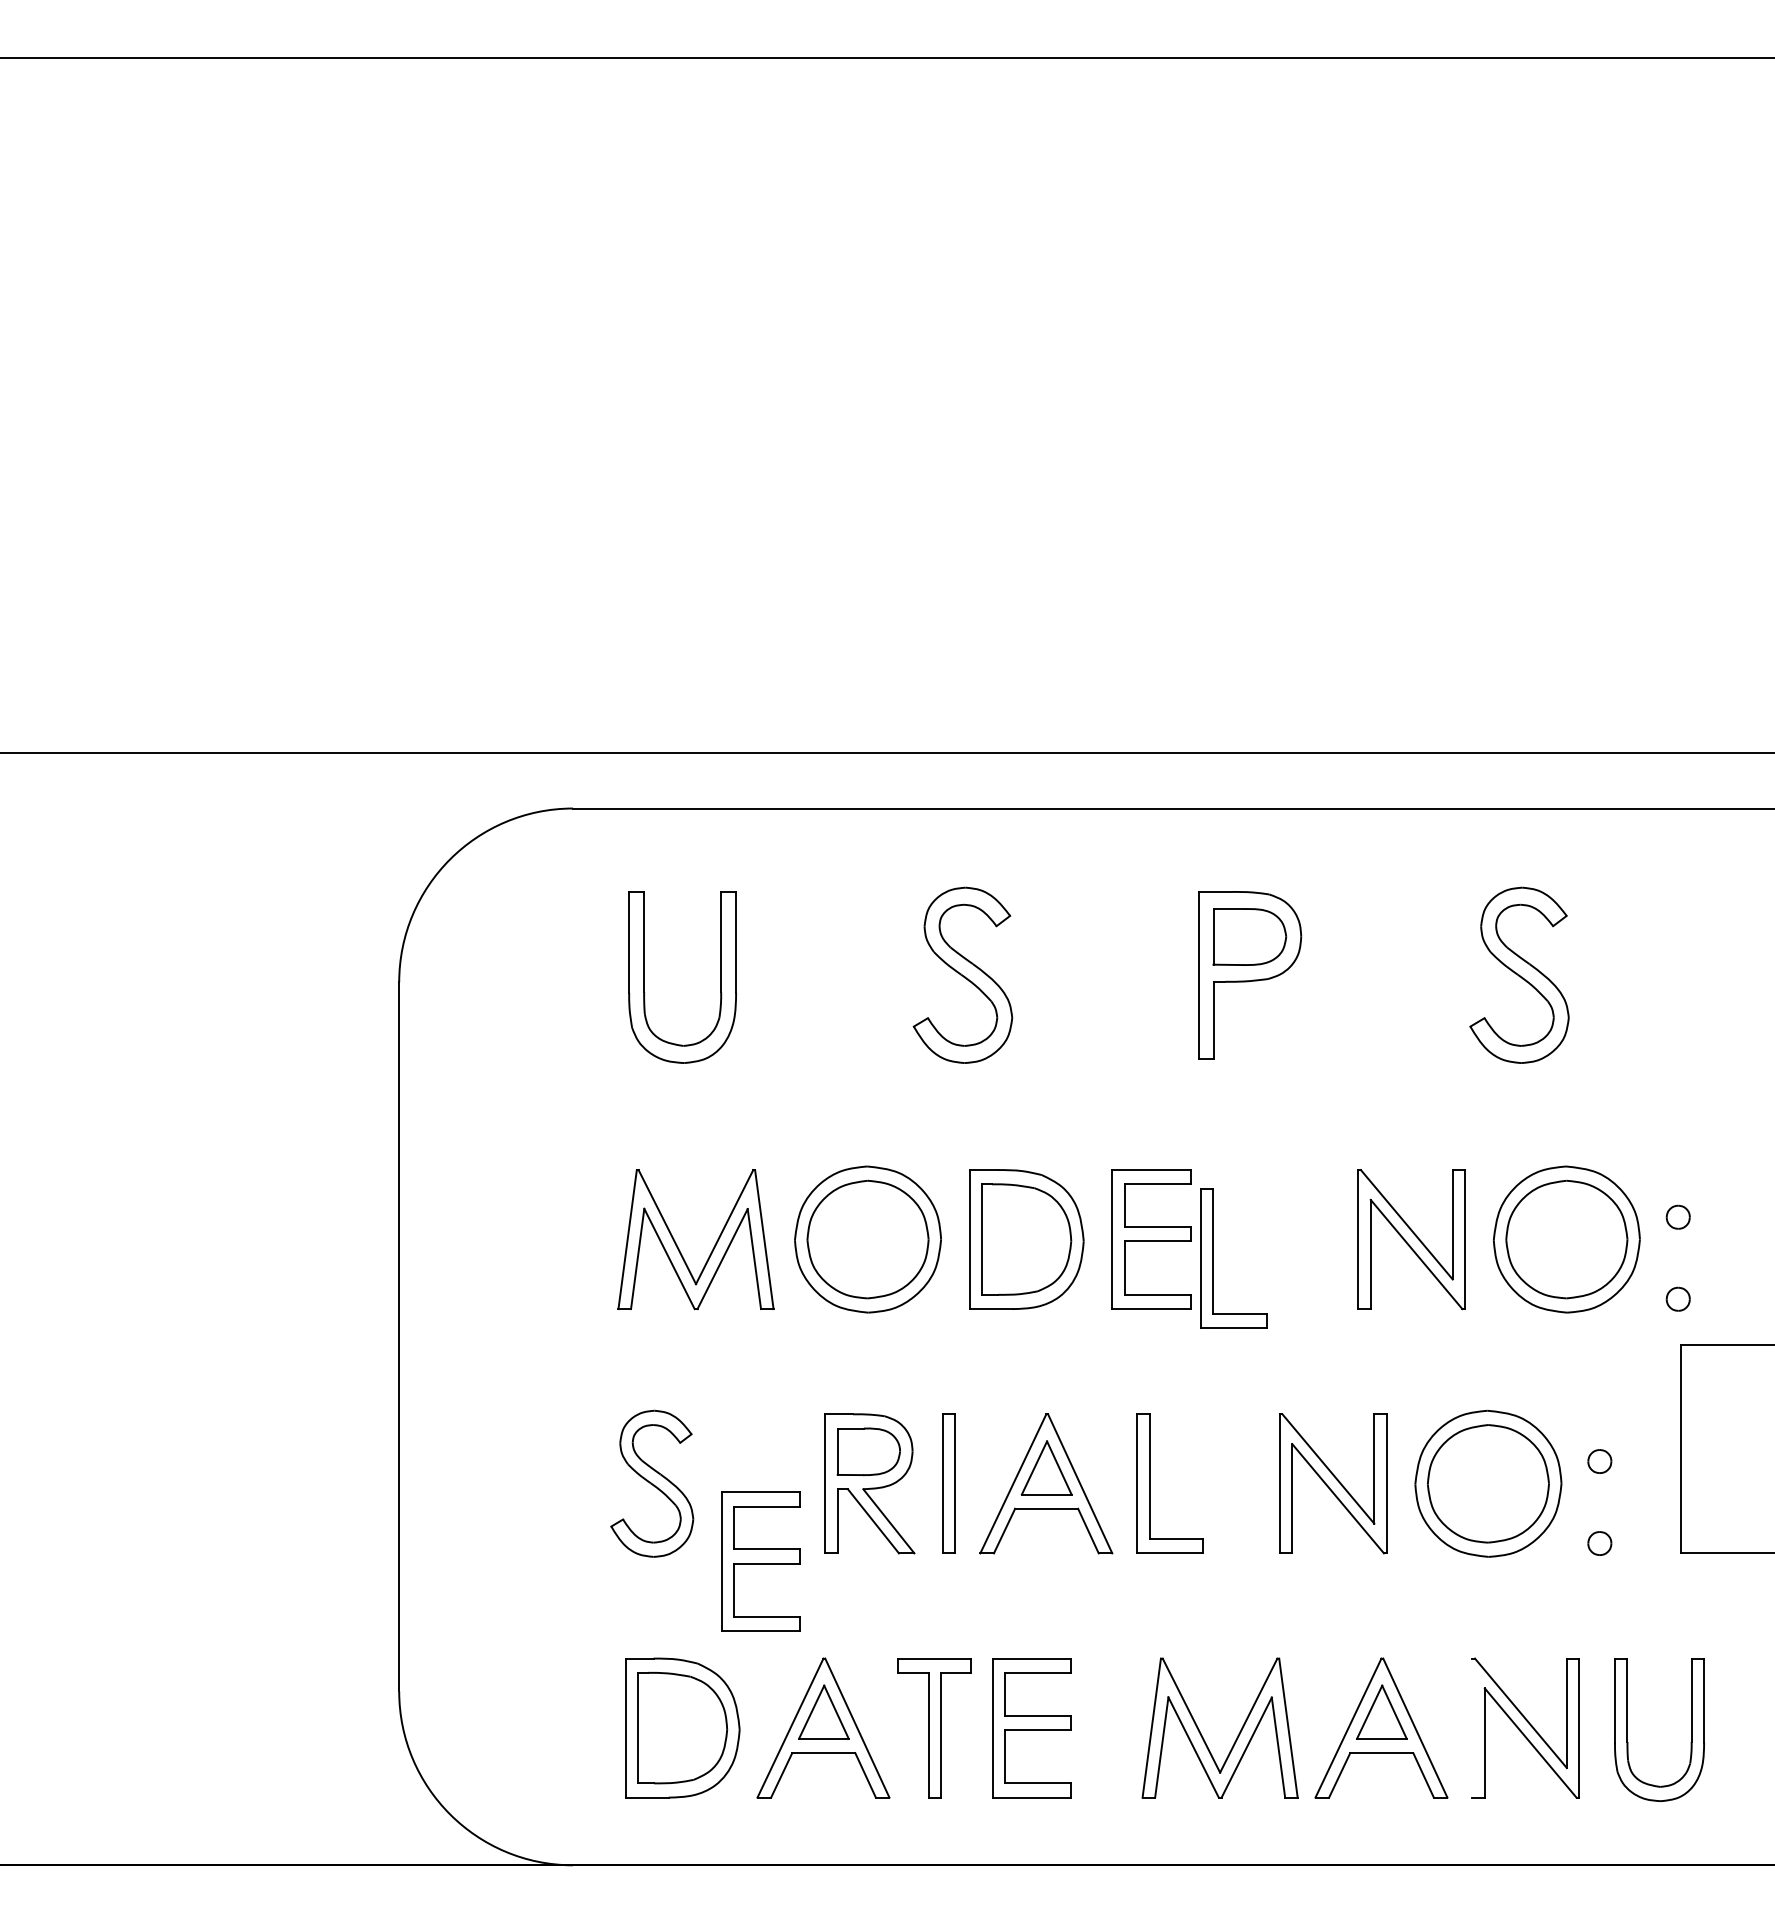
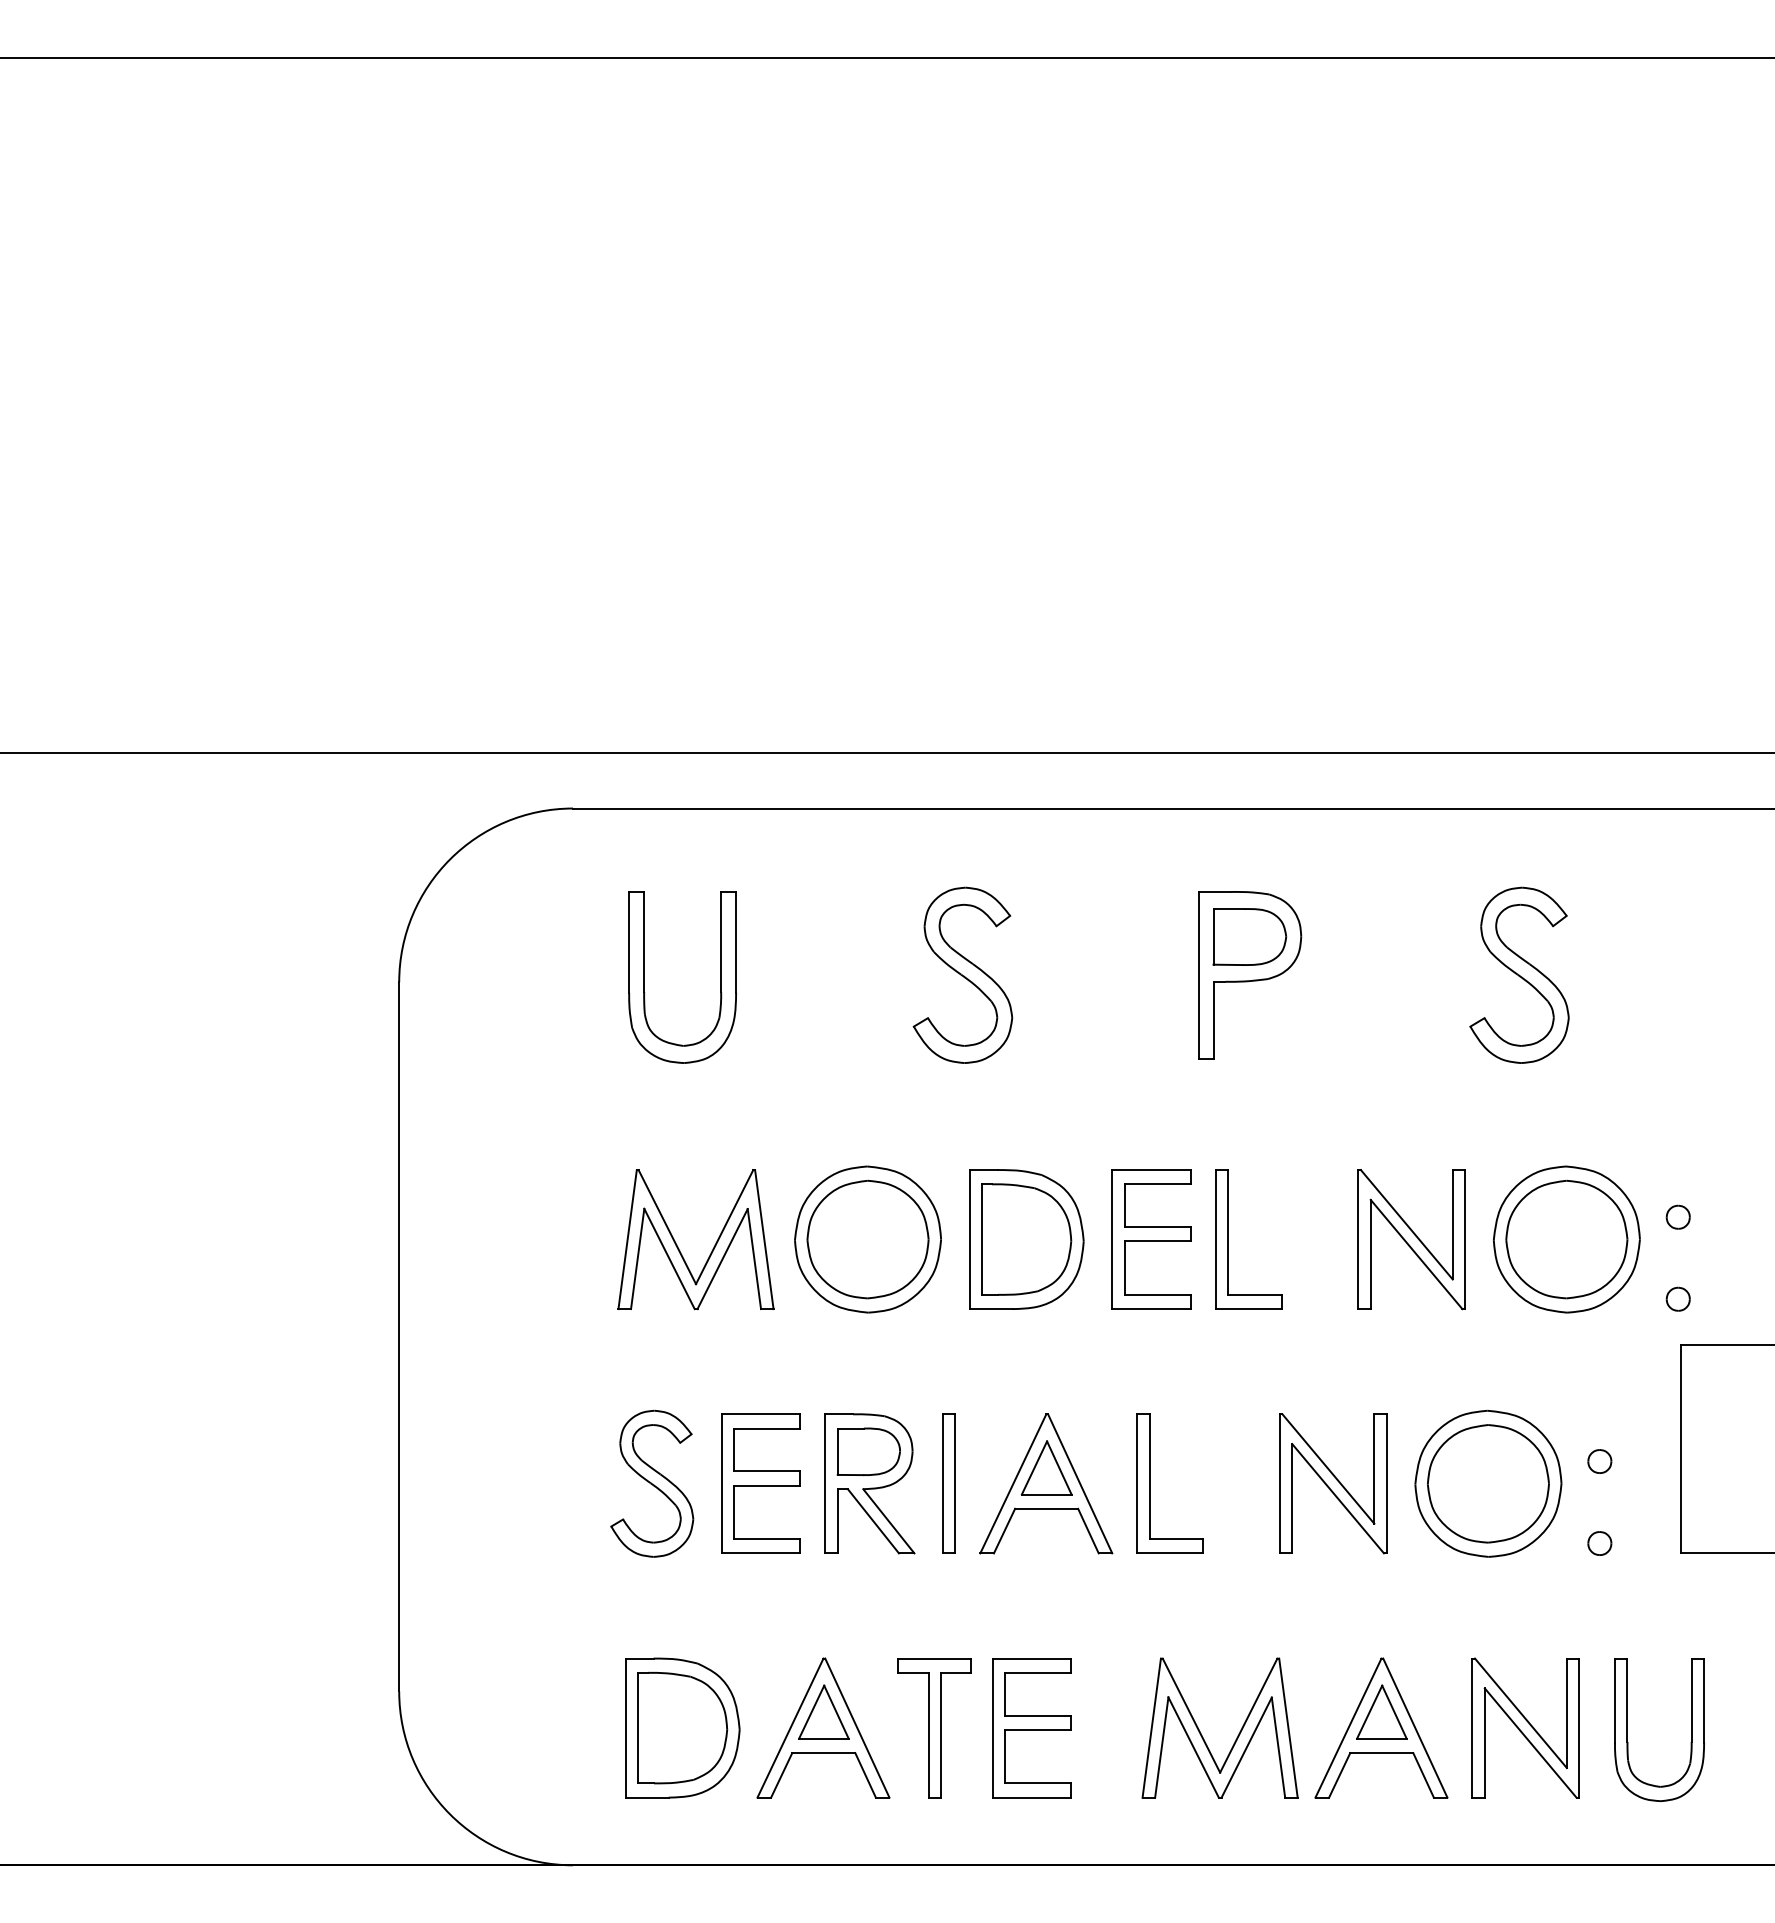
part at (1213, 1258) position: (1213, 1258) -> (1228, 1239)
part at (760, 1561) position: (760, 1561) -> (760, 1483)
line at (1472, 1727): none -> present
